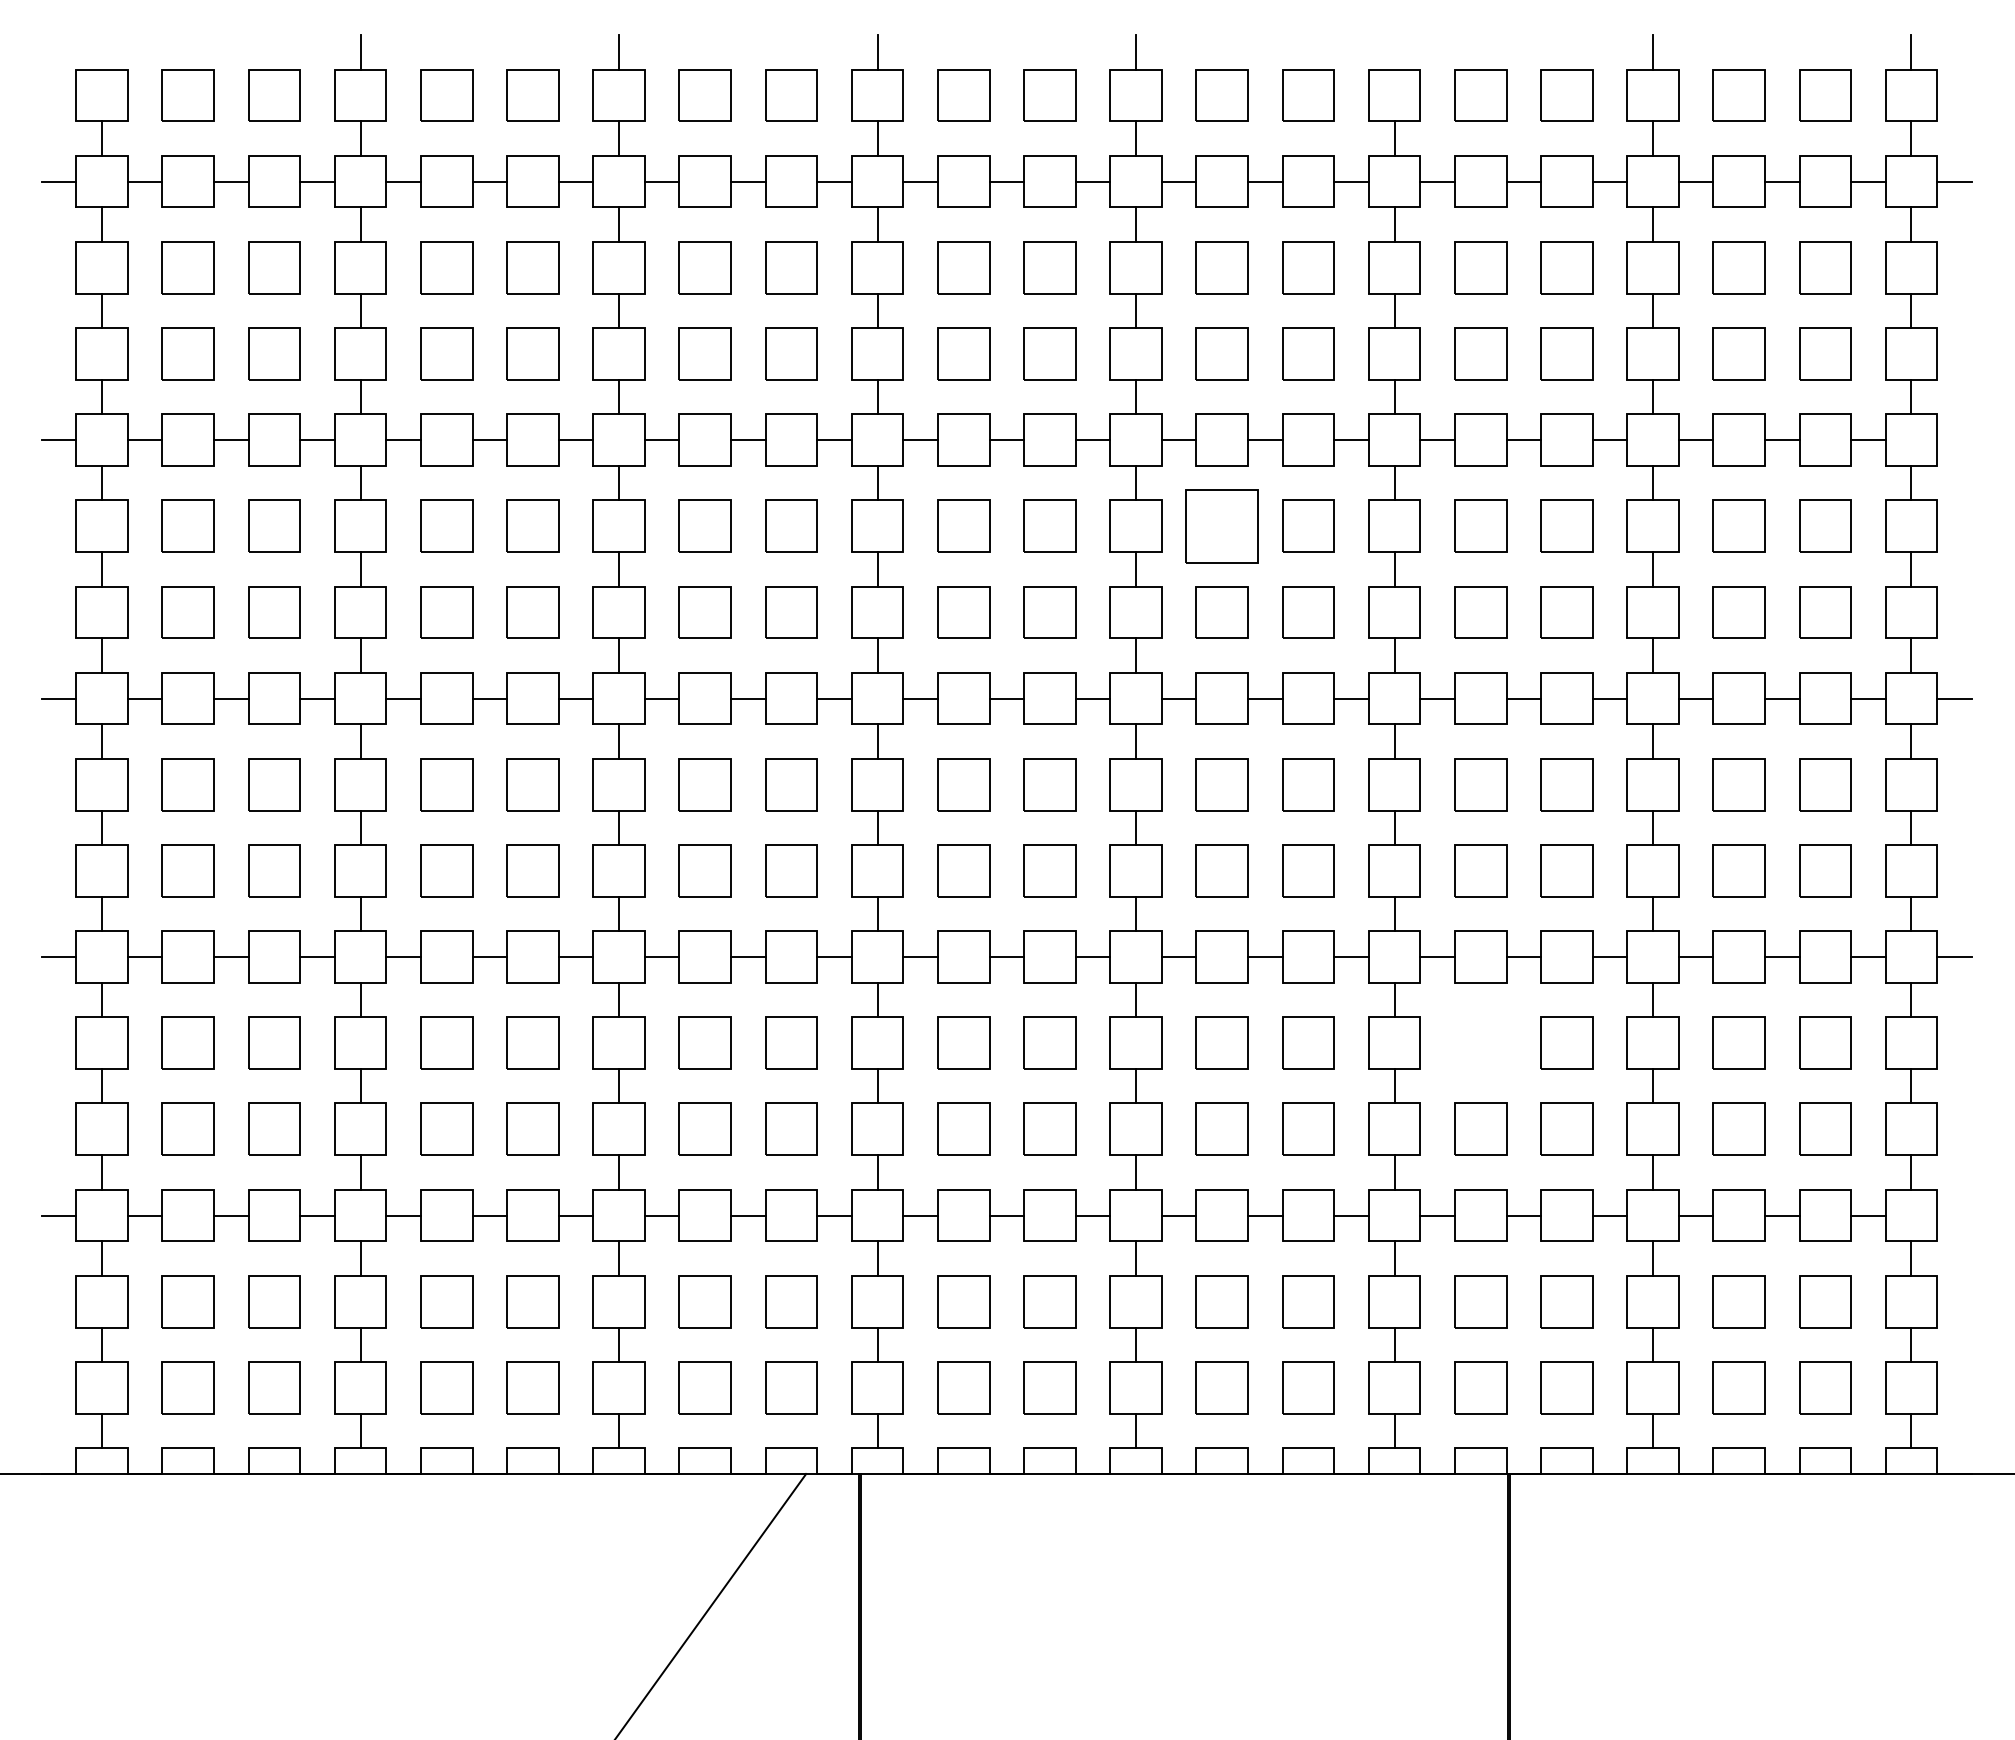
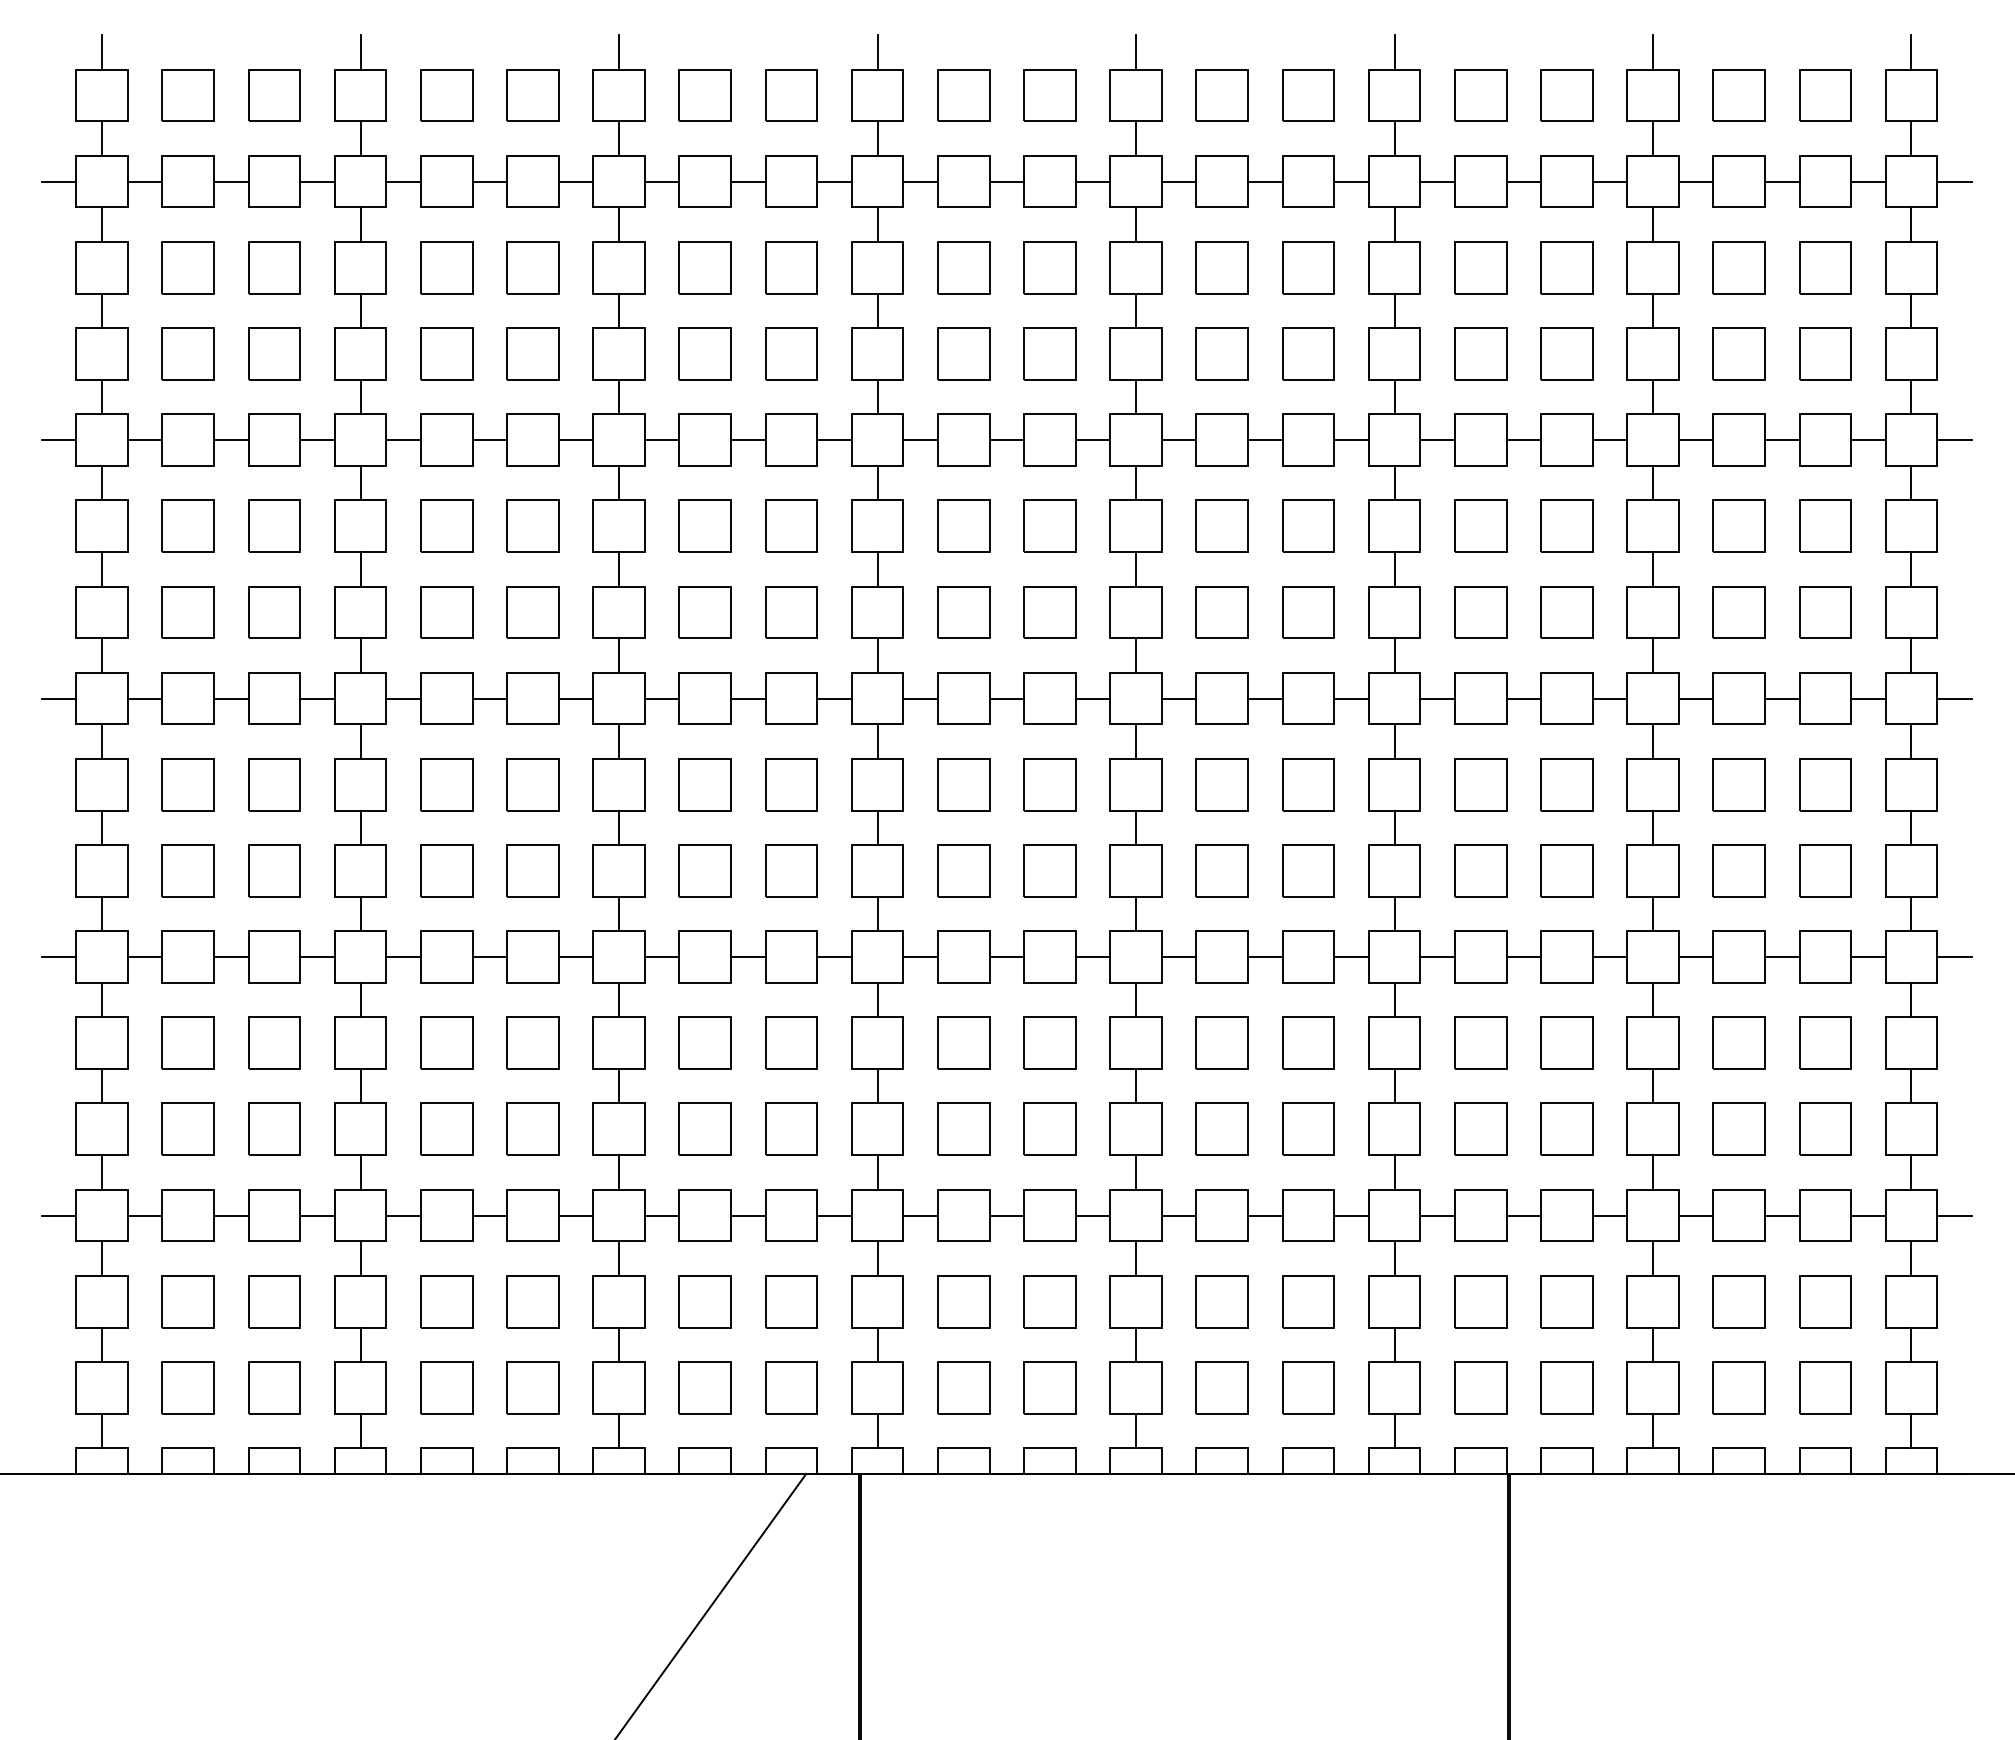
line at (102, 52): none -> present
line at (1394, 52): none -> present
line at (1954, 440): none -> present
part at (1221, 526) size: 74x75 px -> 54x54 px
part at (1480, 1042): none -> present
line at (1954, 1215): none -> present
